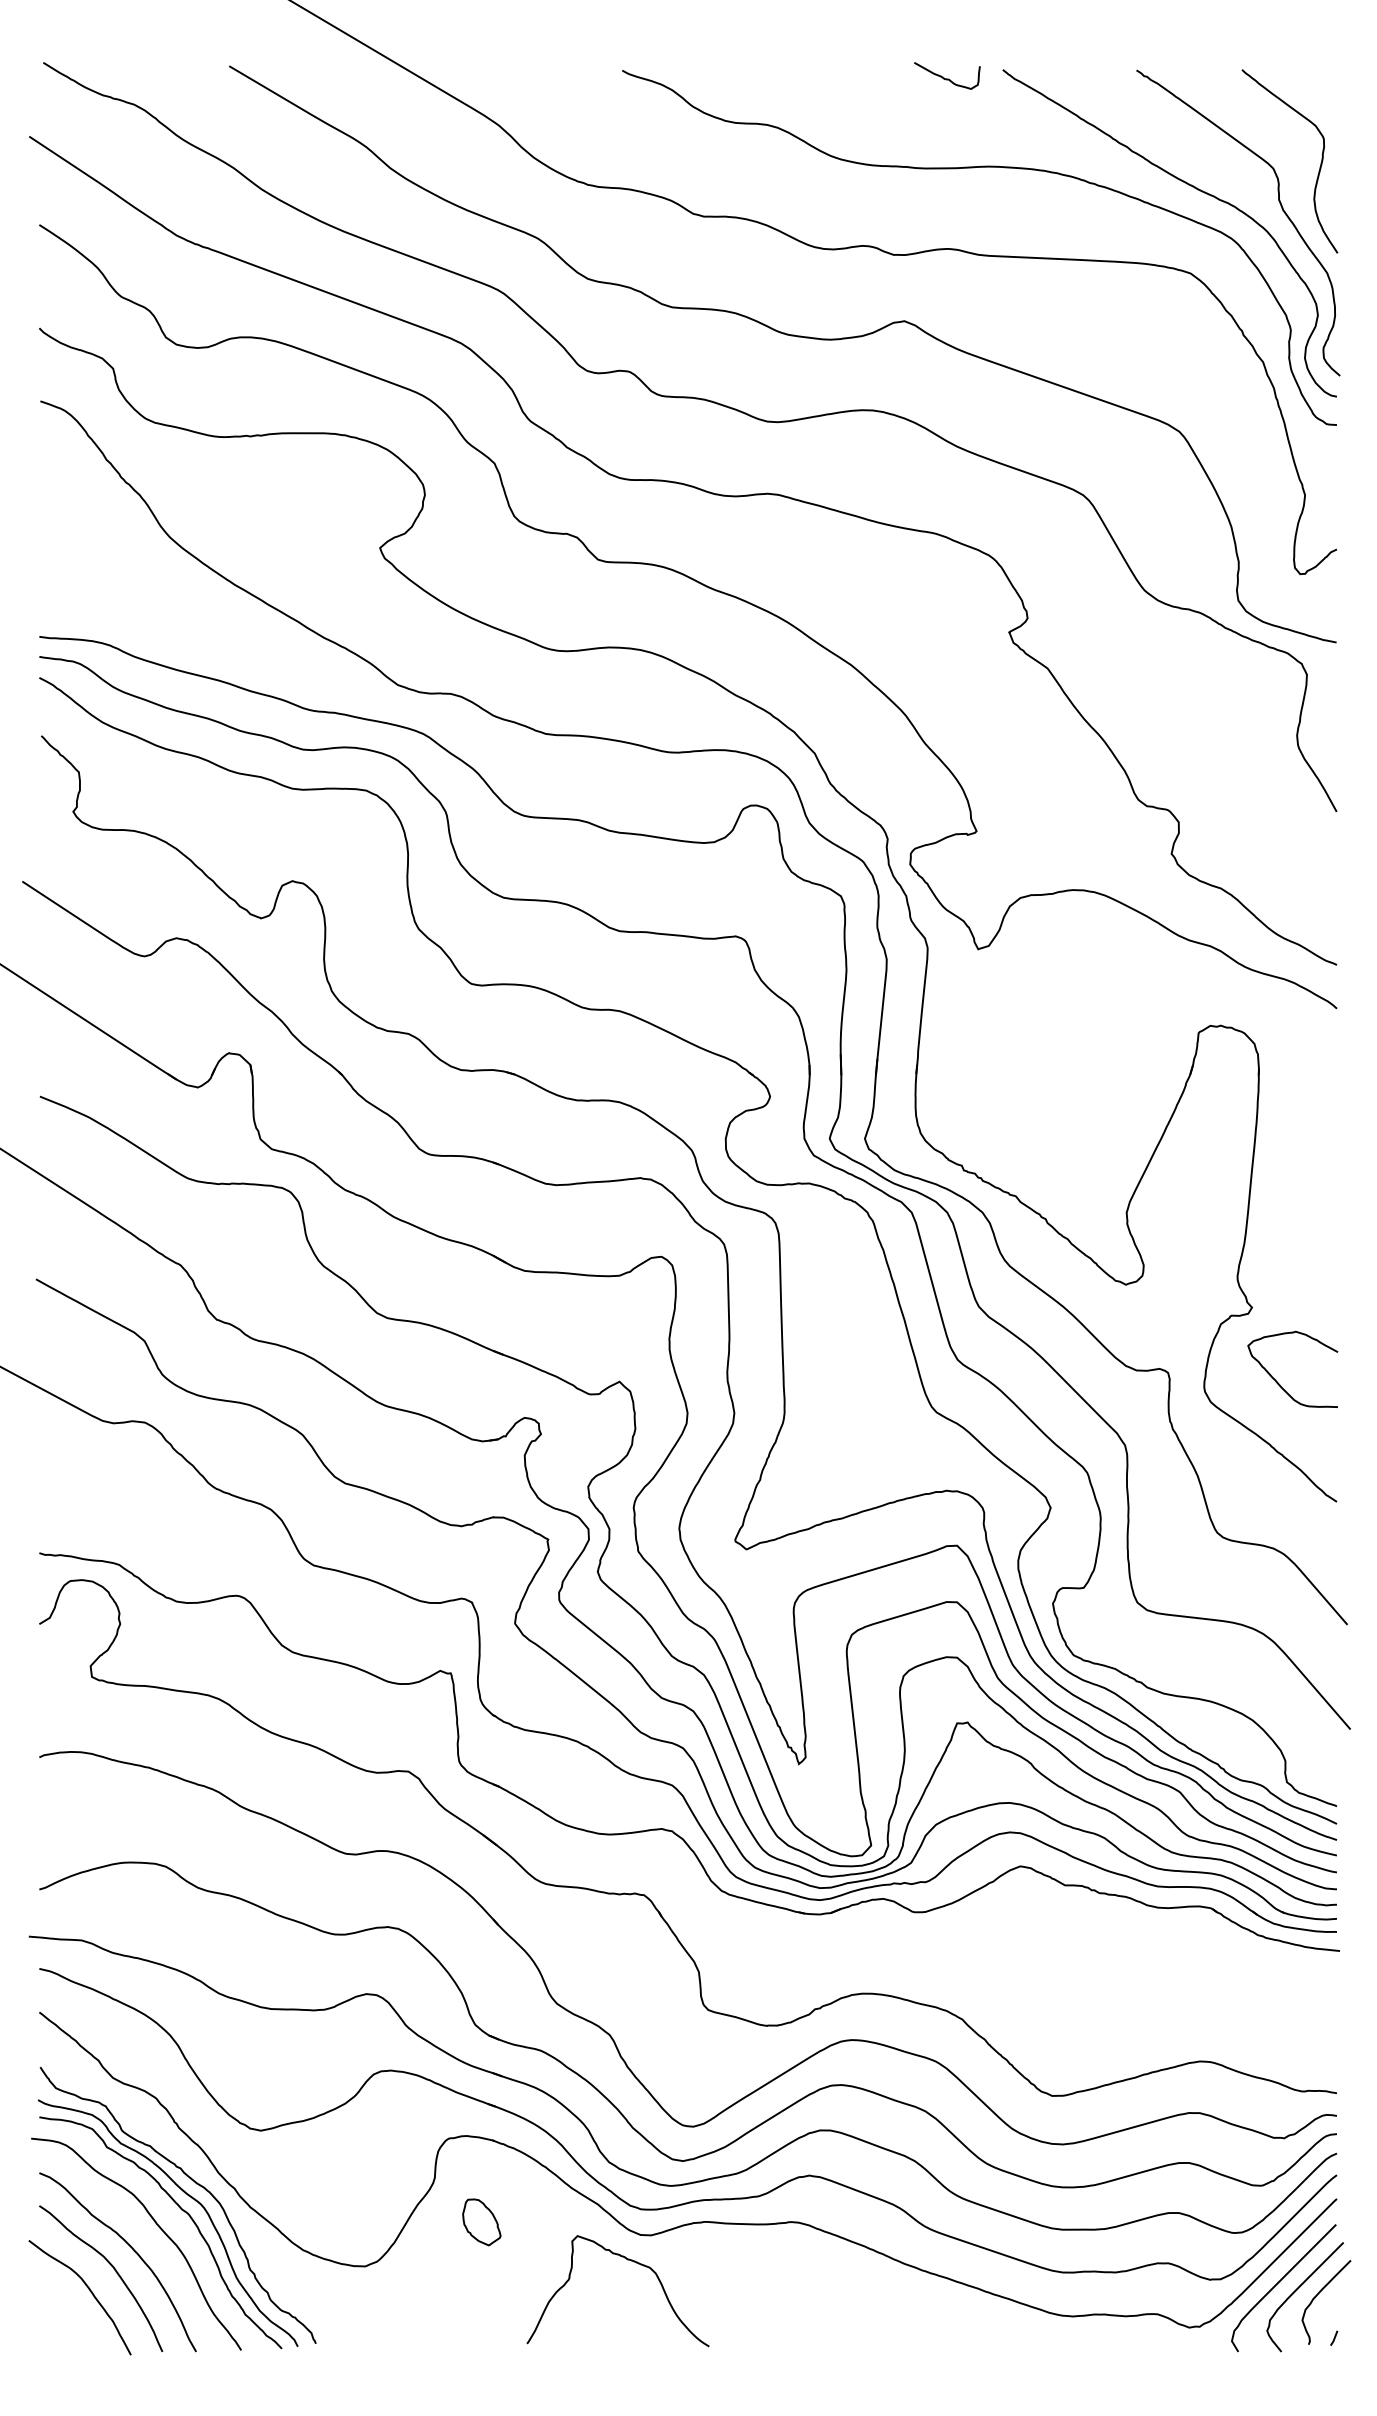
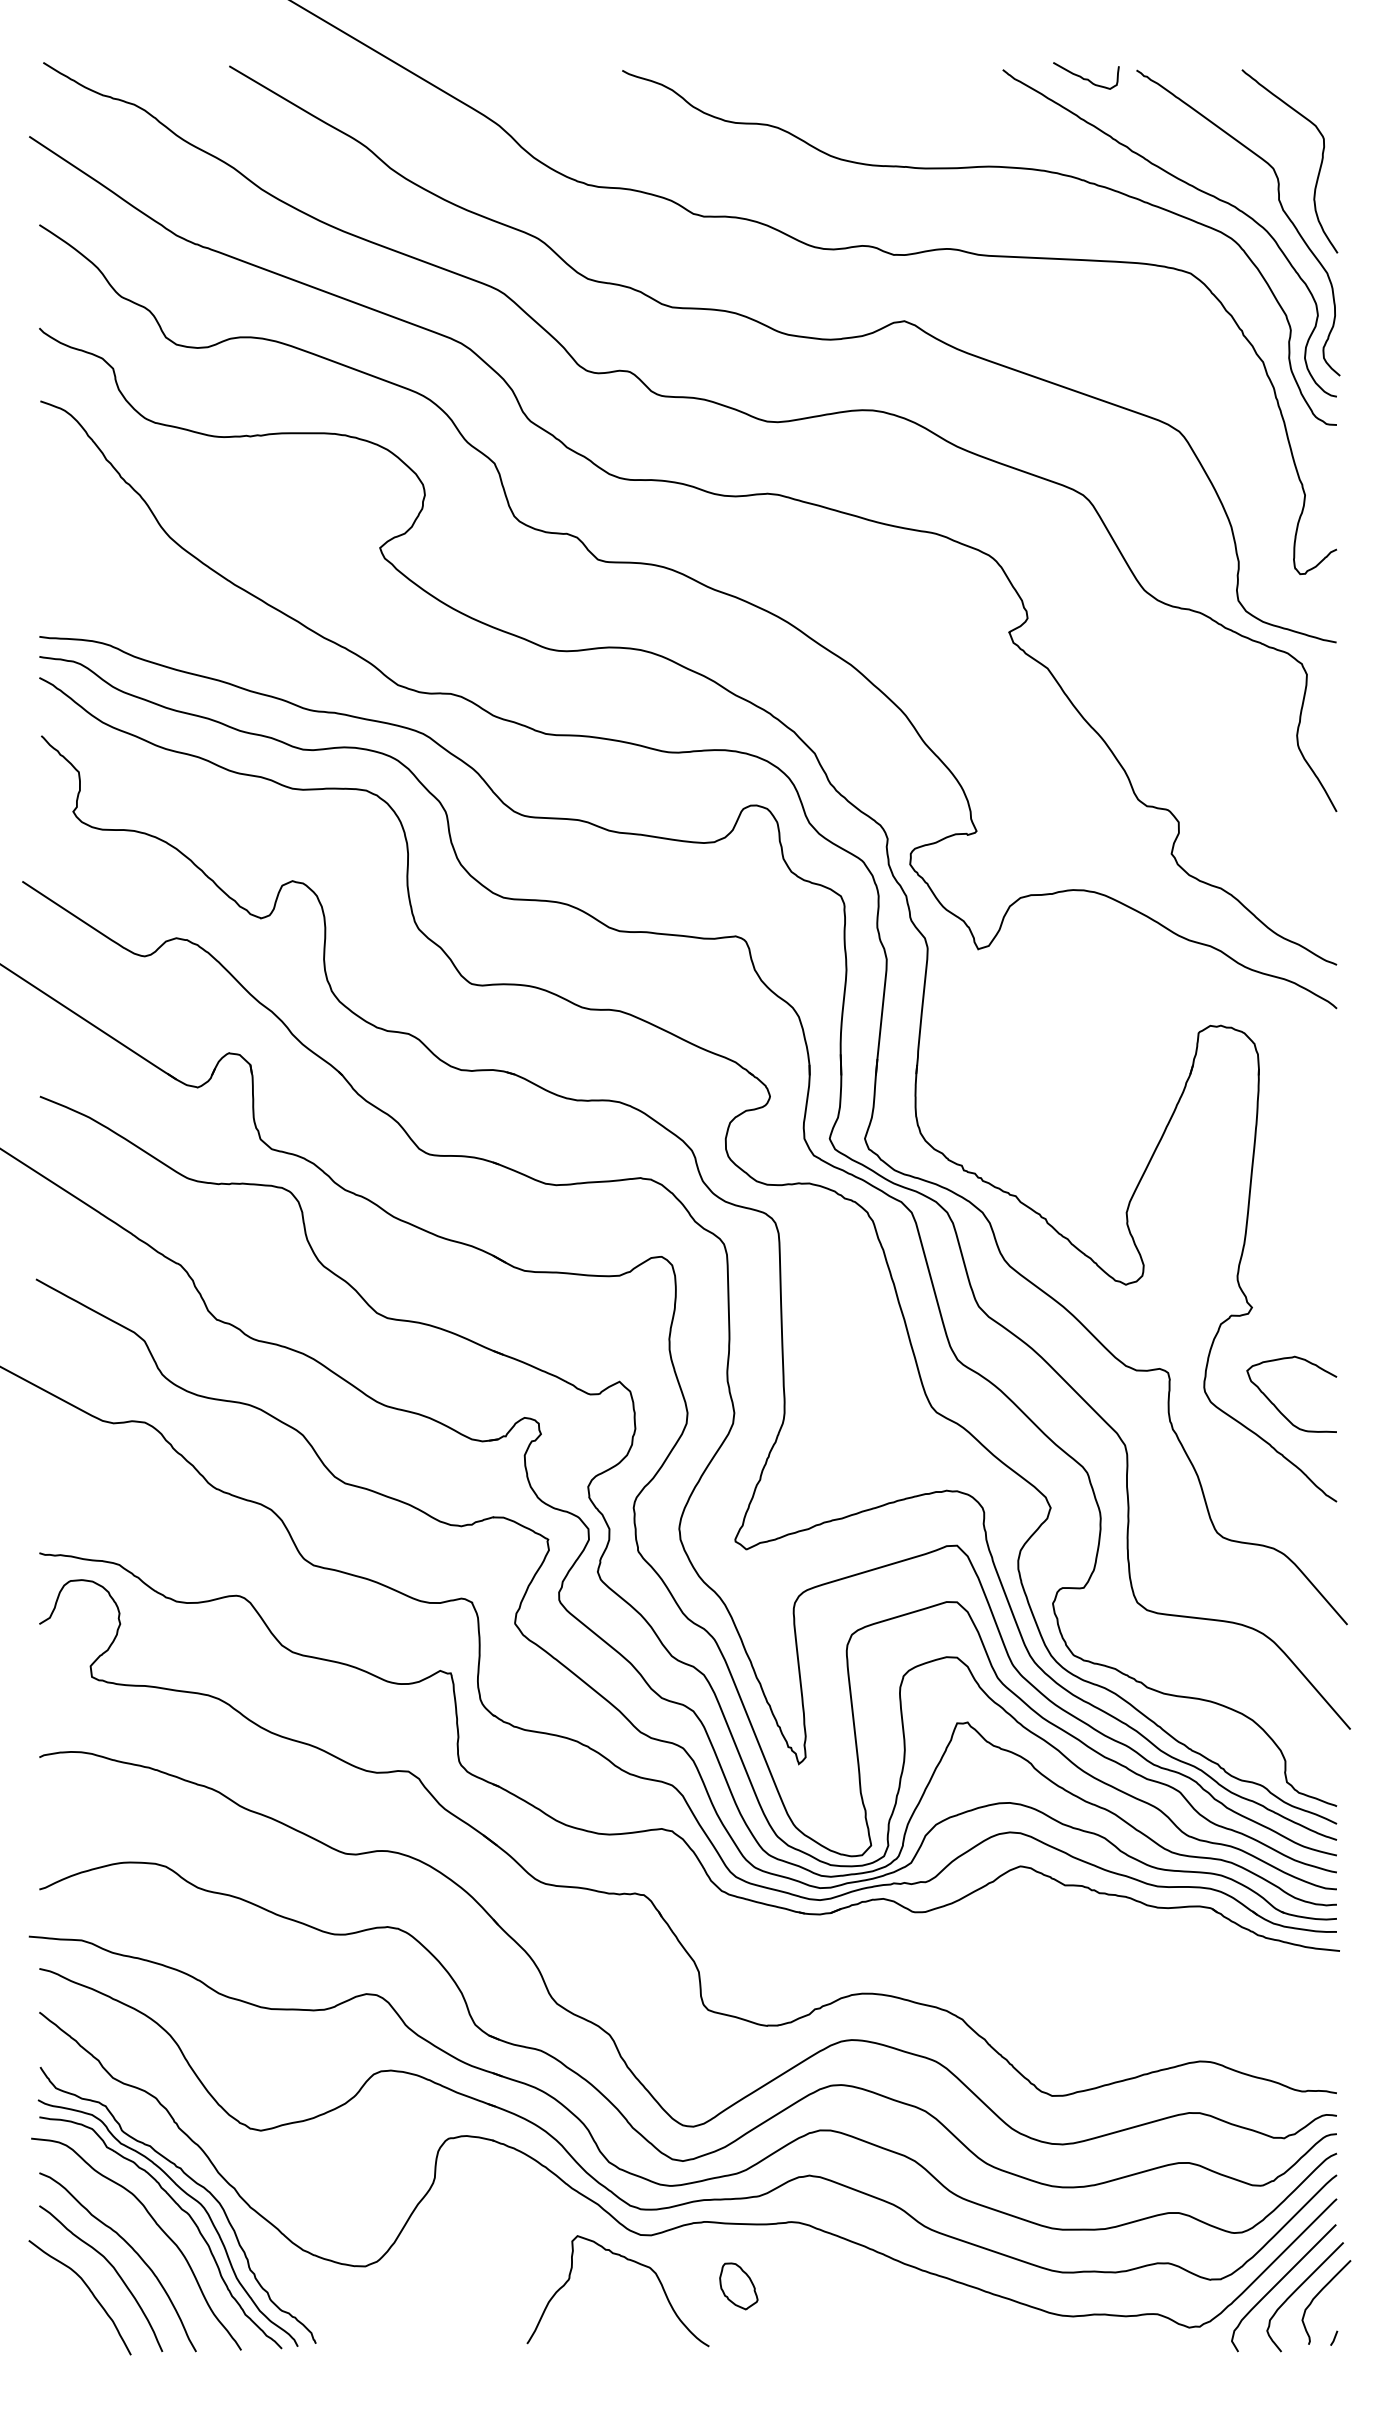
curve at (947, 78) position: (947, 78) -> (1086, 78)
curve at (1278, 1382) position: (1278, 1382) -> (1277, 1407)
part at (481, 2222) position: (481, 2222) -> (738, 2286)
